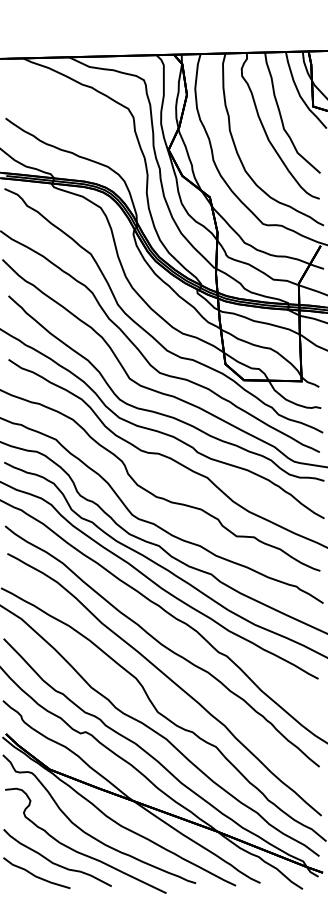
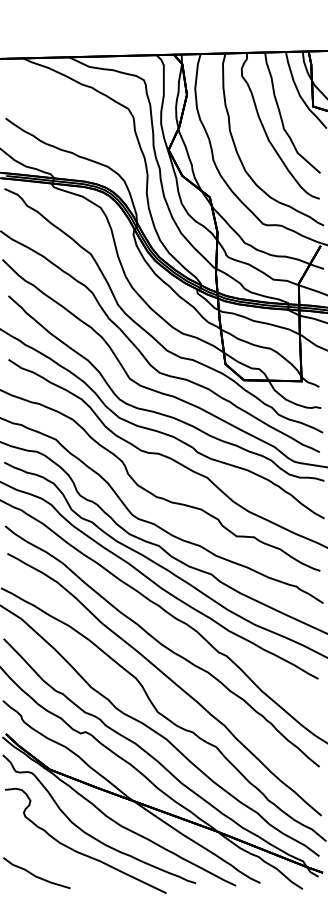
curve at (54, 862): present -> none
